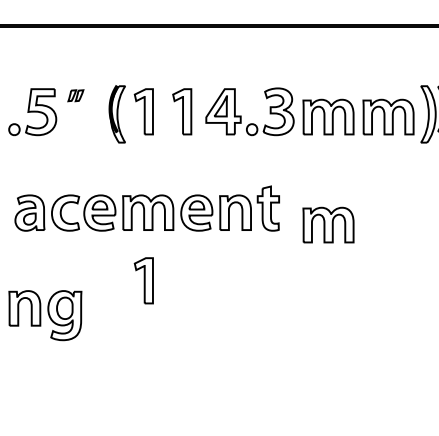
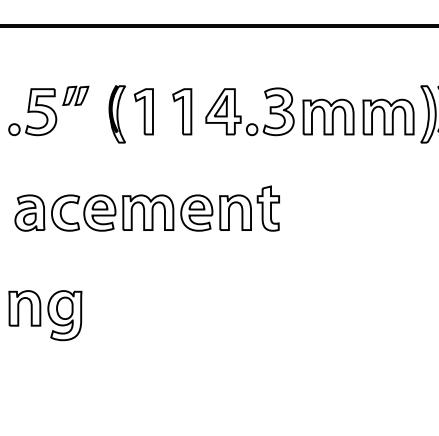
part at (75, 95) size: 18x14 px -> 28x21 px
part at (328, 224): present -> none
part at (143, 280): present -> none
